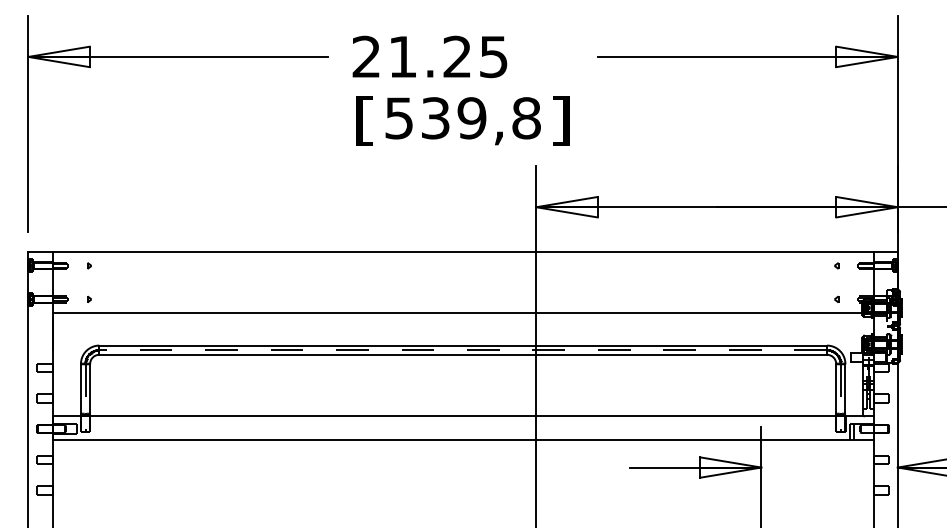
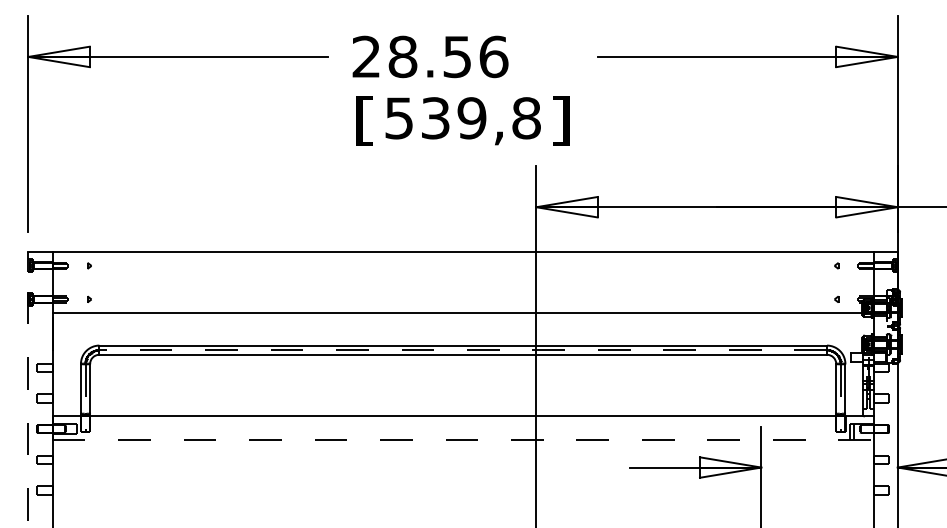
text at (448, 56): 21.25 -> 28.56
line at (28, 389): solid -> dashed
line at (463, 439): solid -> dashed
